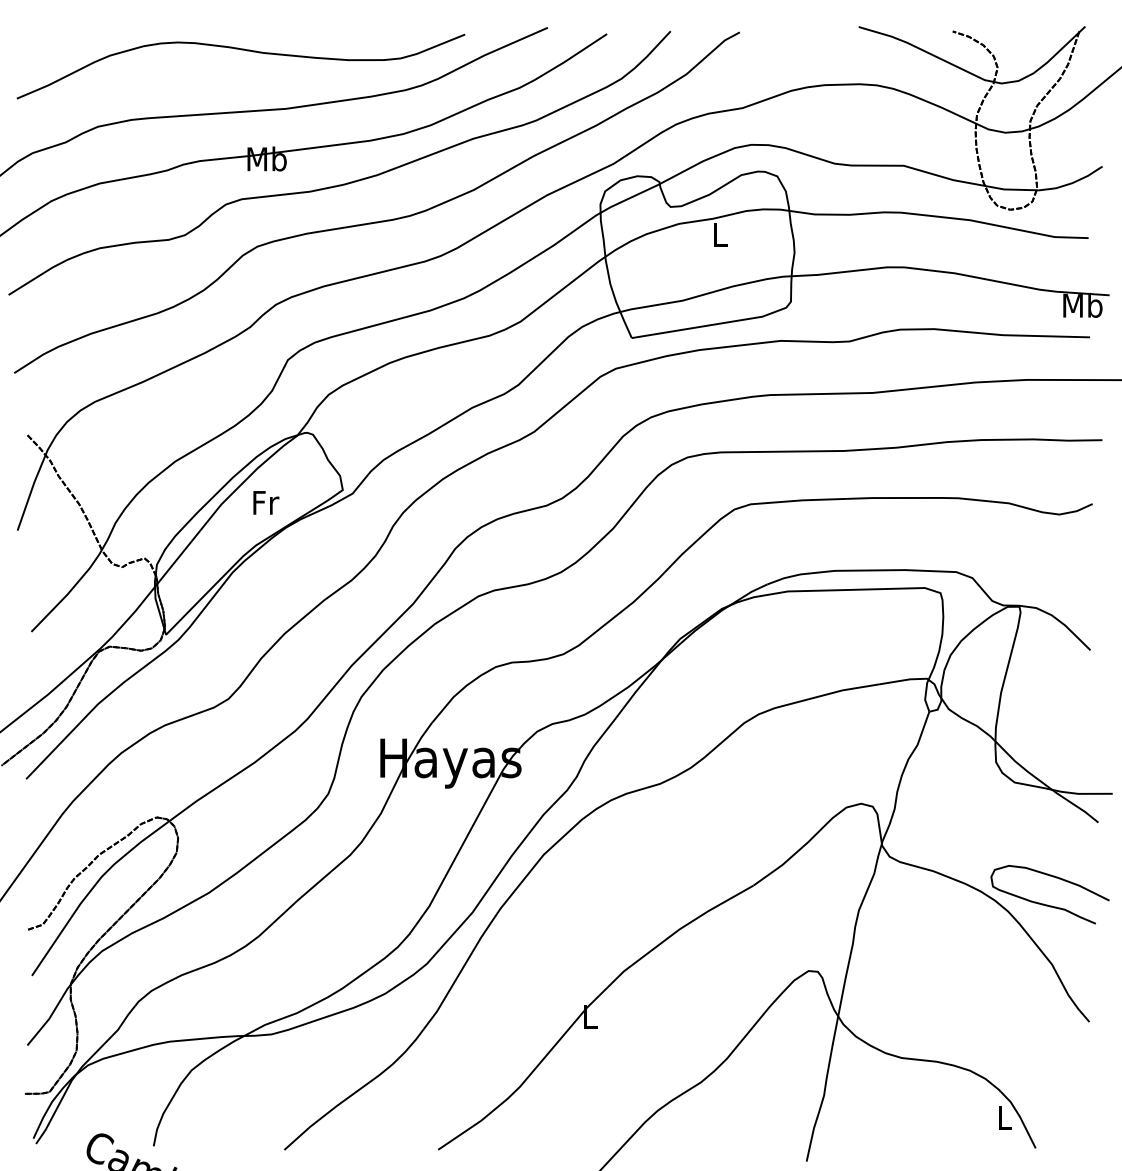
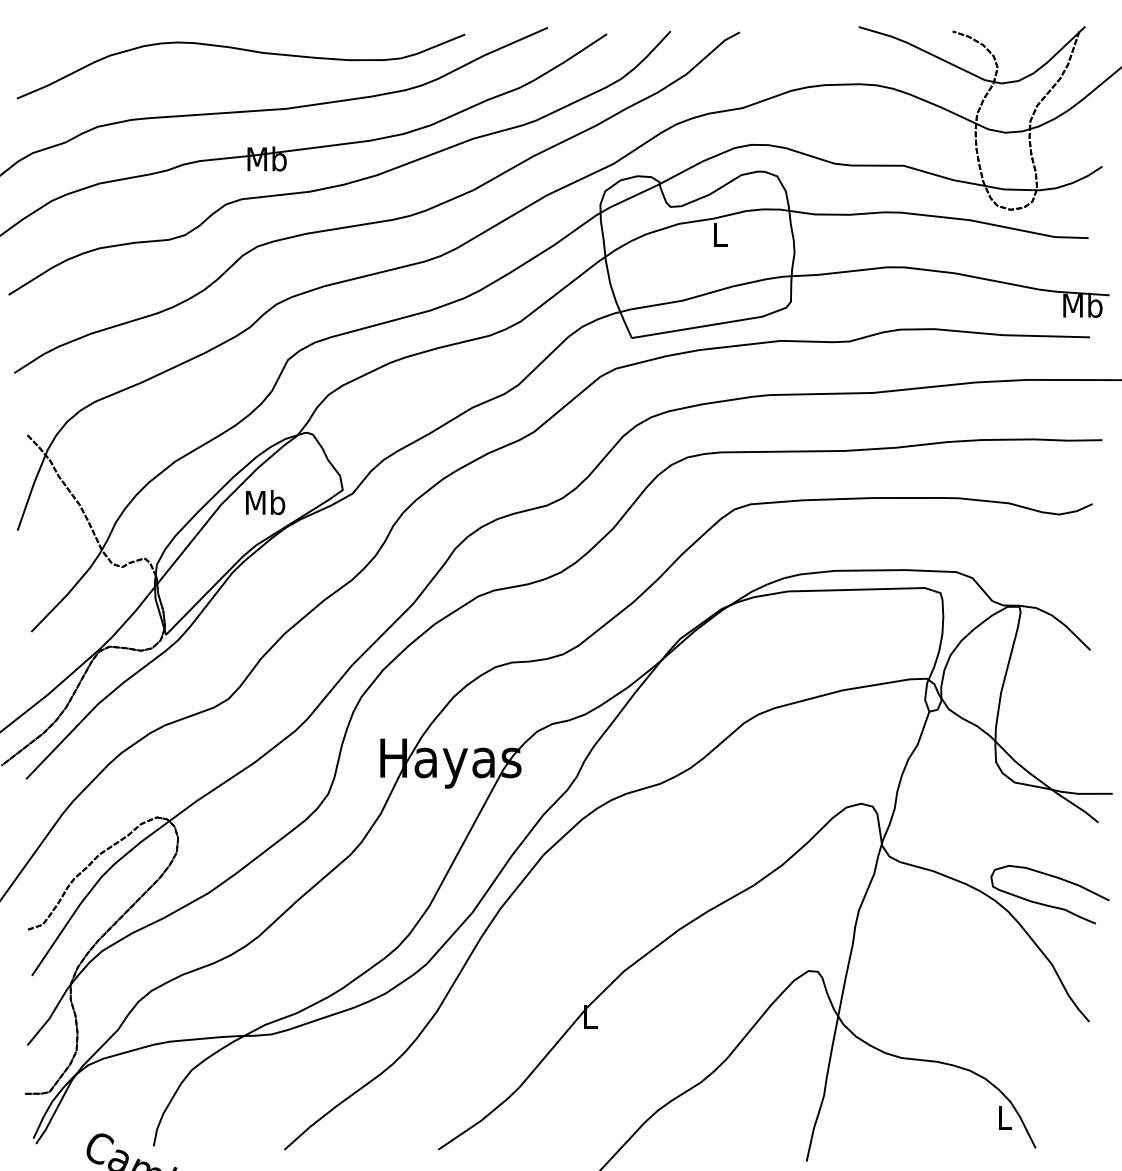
text at (265, 502): Fr -> Mb
